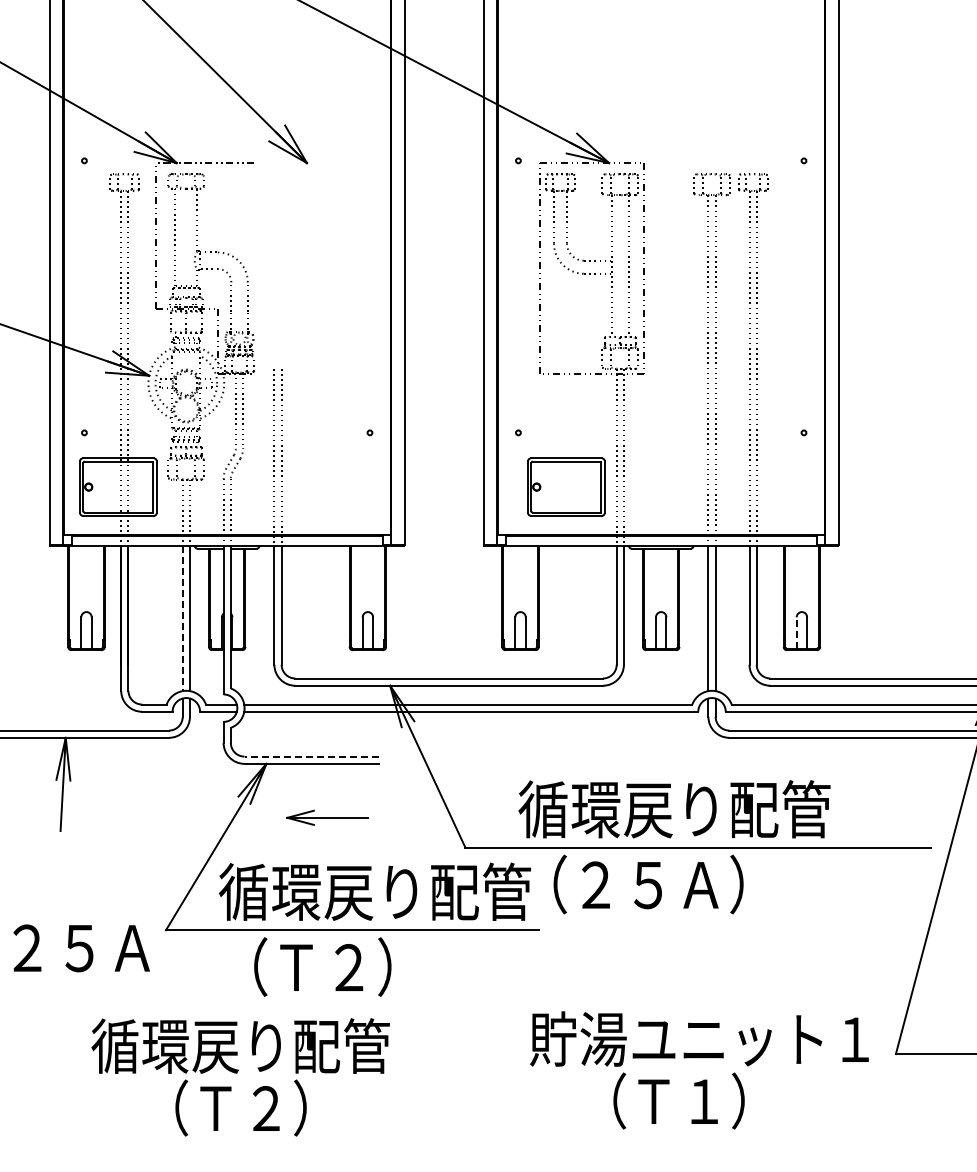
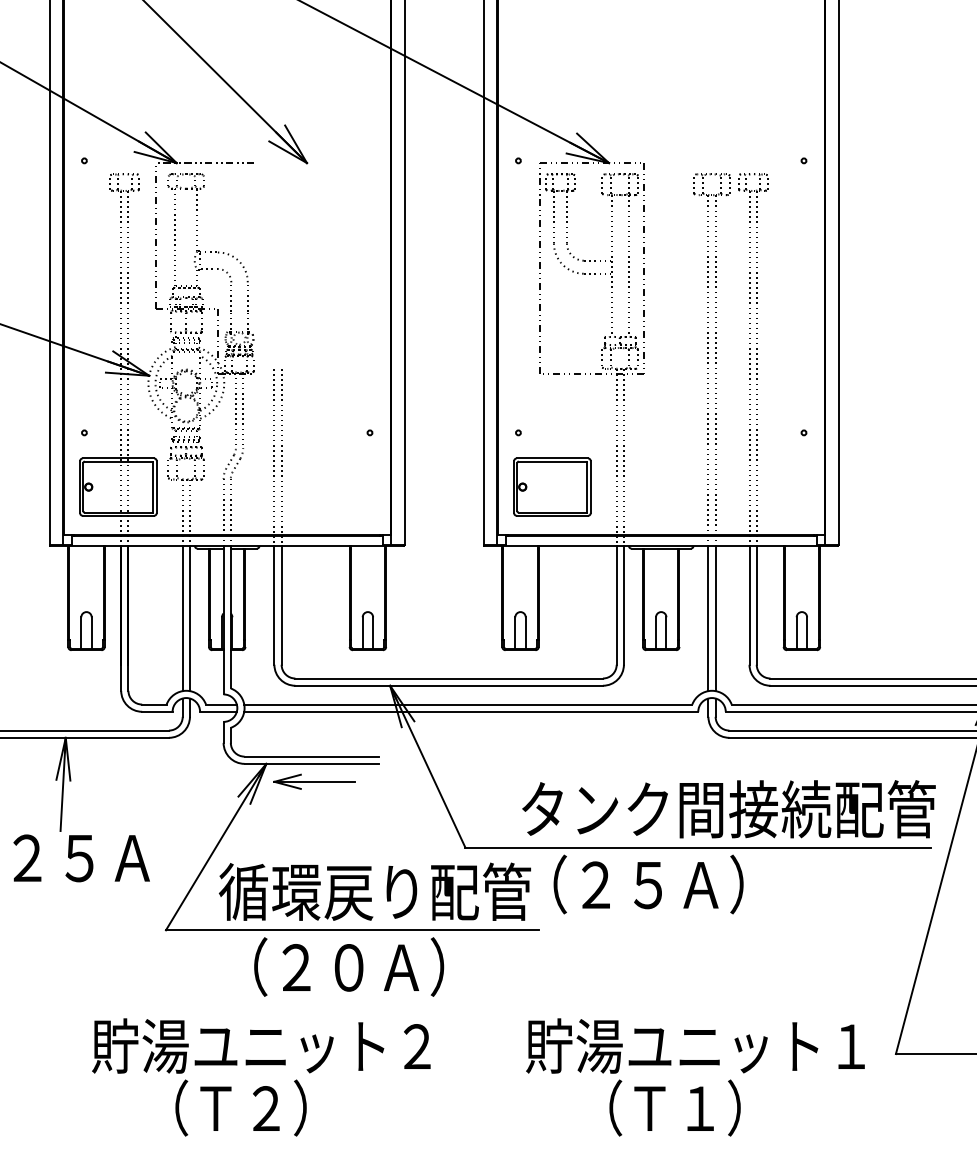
part at (566, 486) position: (566, 486) -> (552, 486)
line at (182, 618): dashed -> solid
line at (796, 632): dashed -> solid
line at (311, 756): dashed -> solid
text at (726, 809): 循環戻り配管 -> タンク間接続配管
part at (327, 817) position: (327, 817) -> (314, 781)
text at (81, 948) position: (81, 948) -> (81, 858)
text at (362, 966): （Ｔ２） -> （２０Ａ）
text at (260, 1045): 循環戻り配管 -> 貯湯ユニット２
text at (699, 1070) position: (699, 1070) -> (695, 1077)
